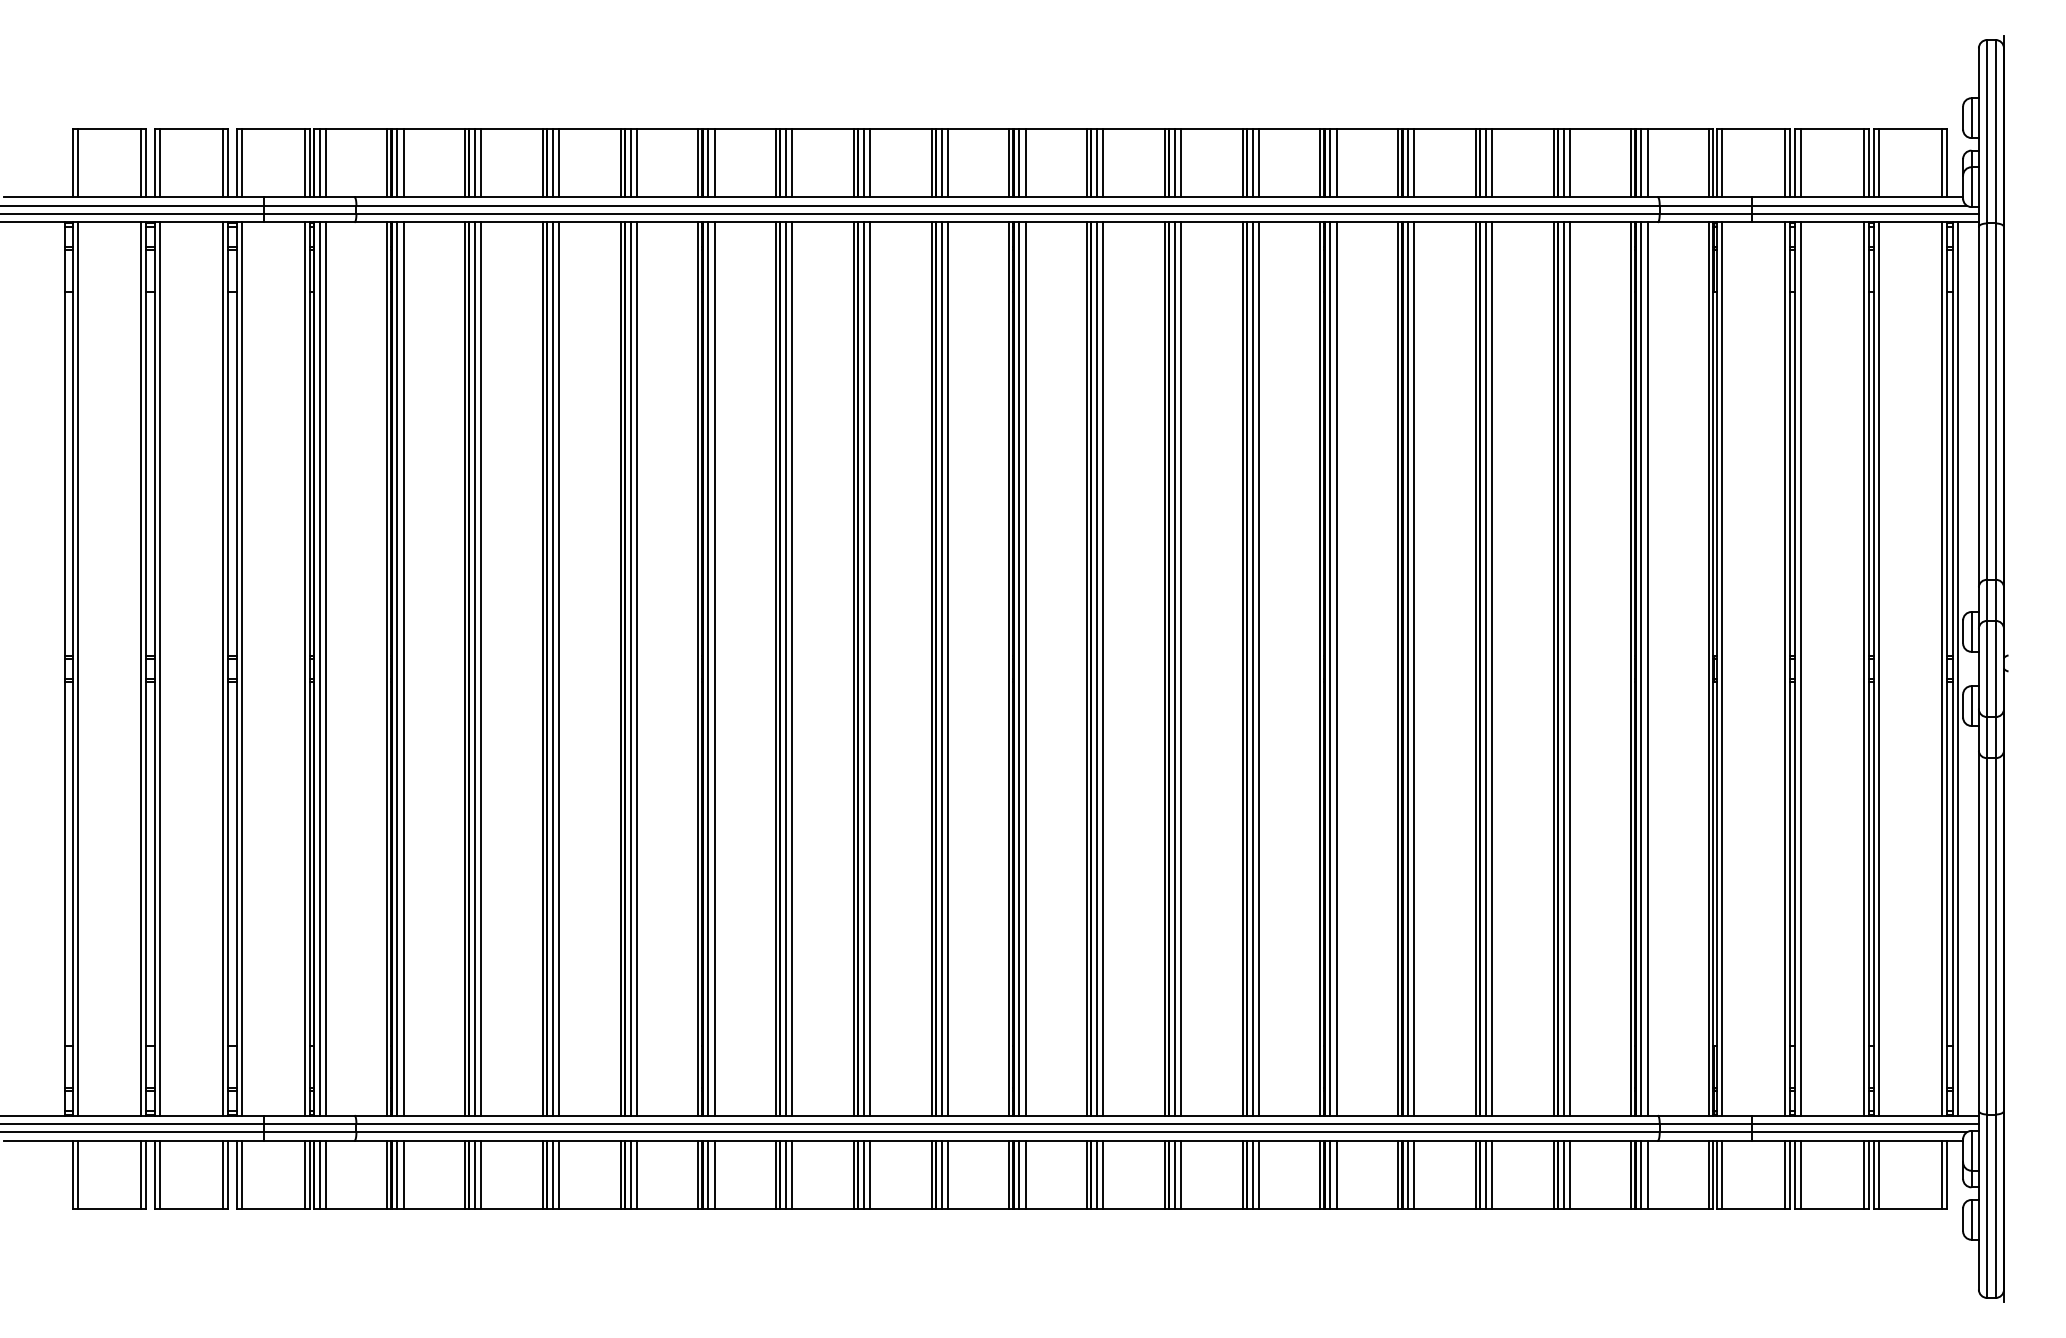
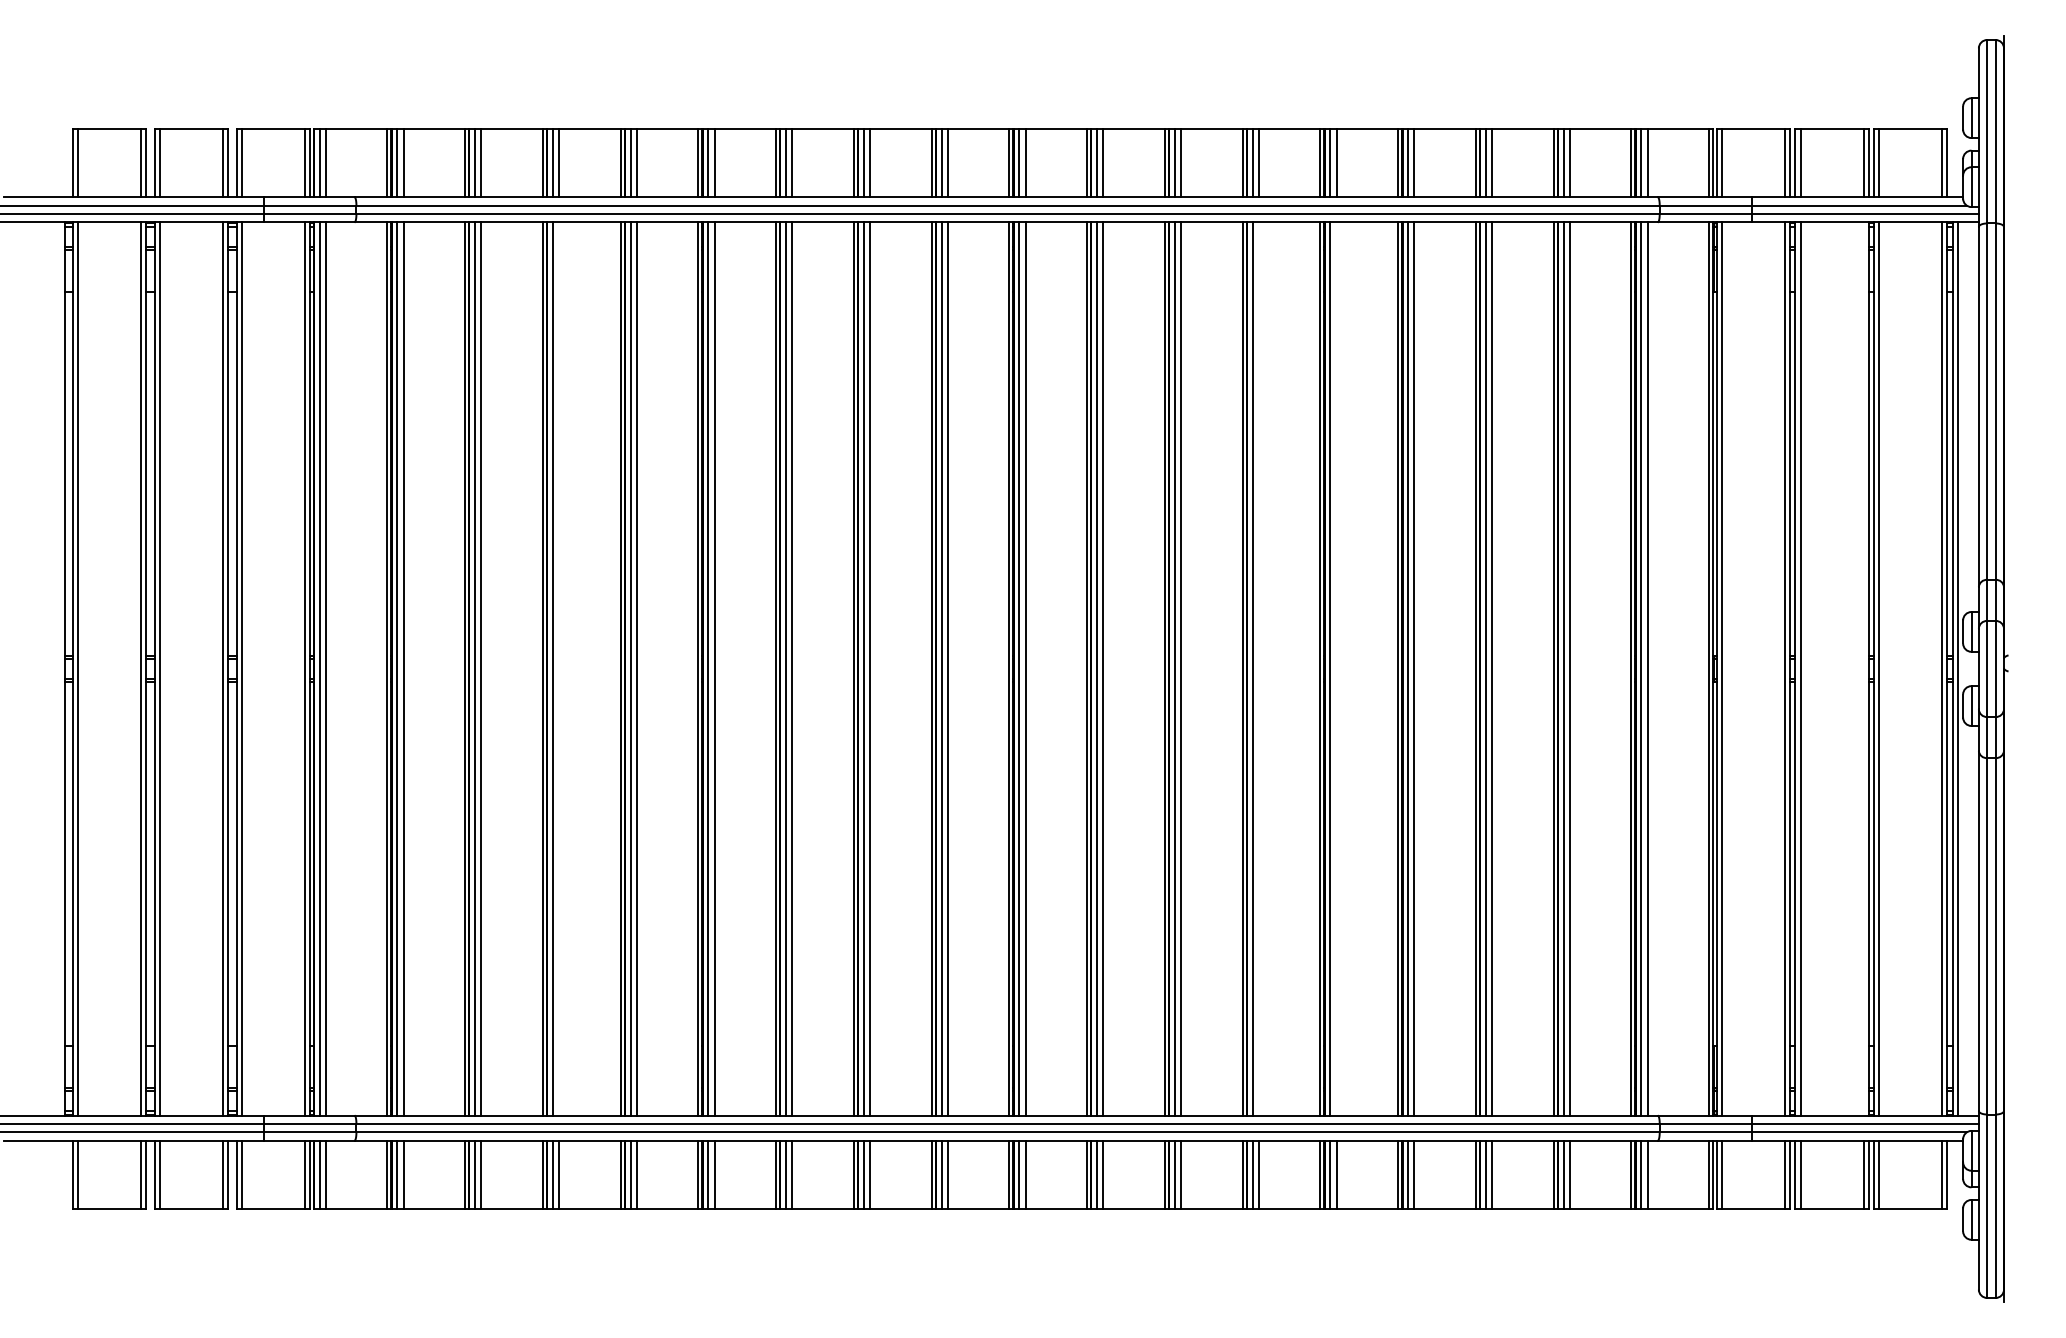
line at (559, 668): present -> none
line at (1258, 668): present -> none
line at (1336, 668): present -> none
line at (1863, 668): present -> none
